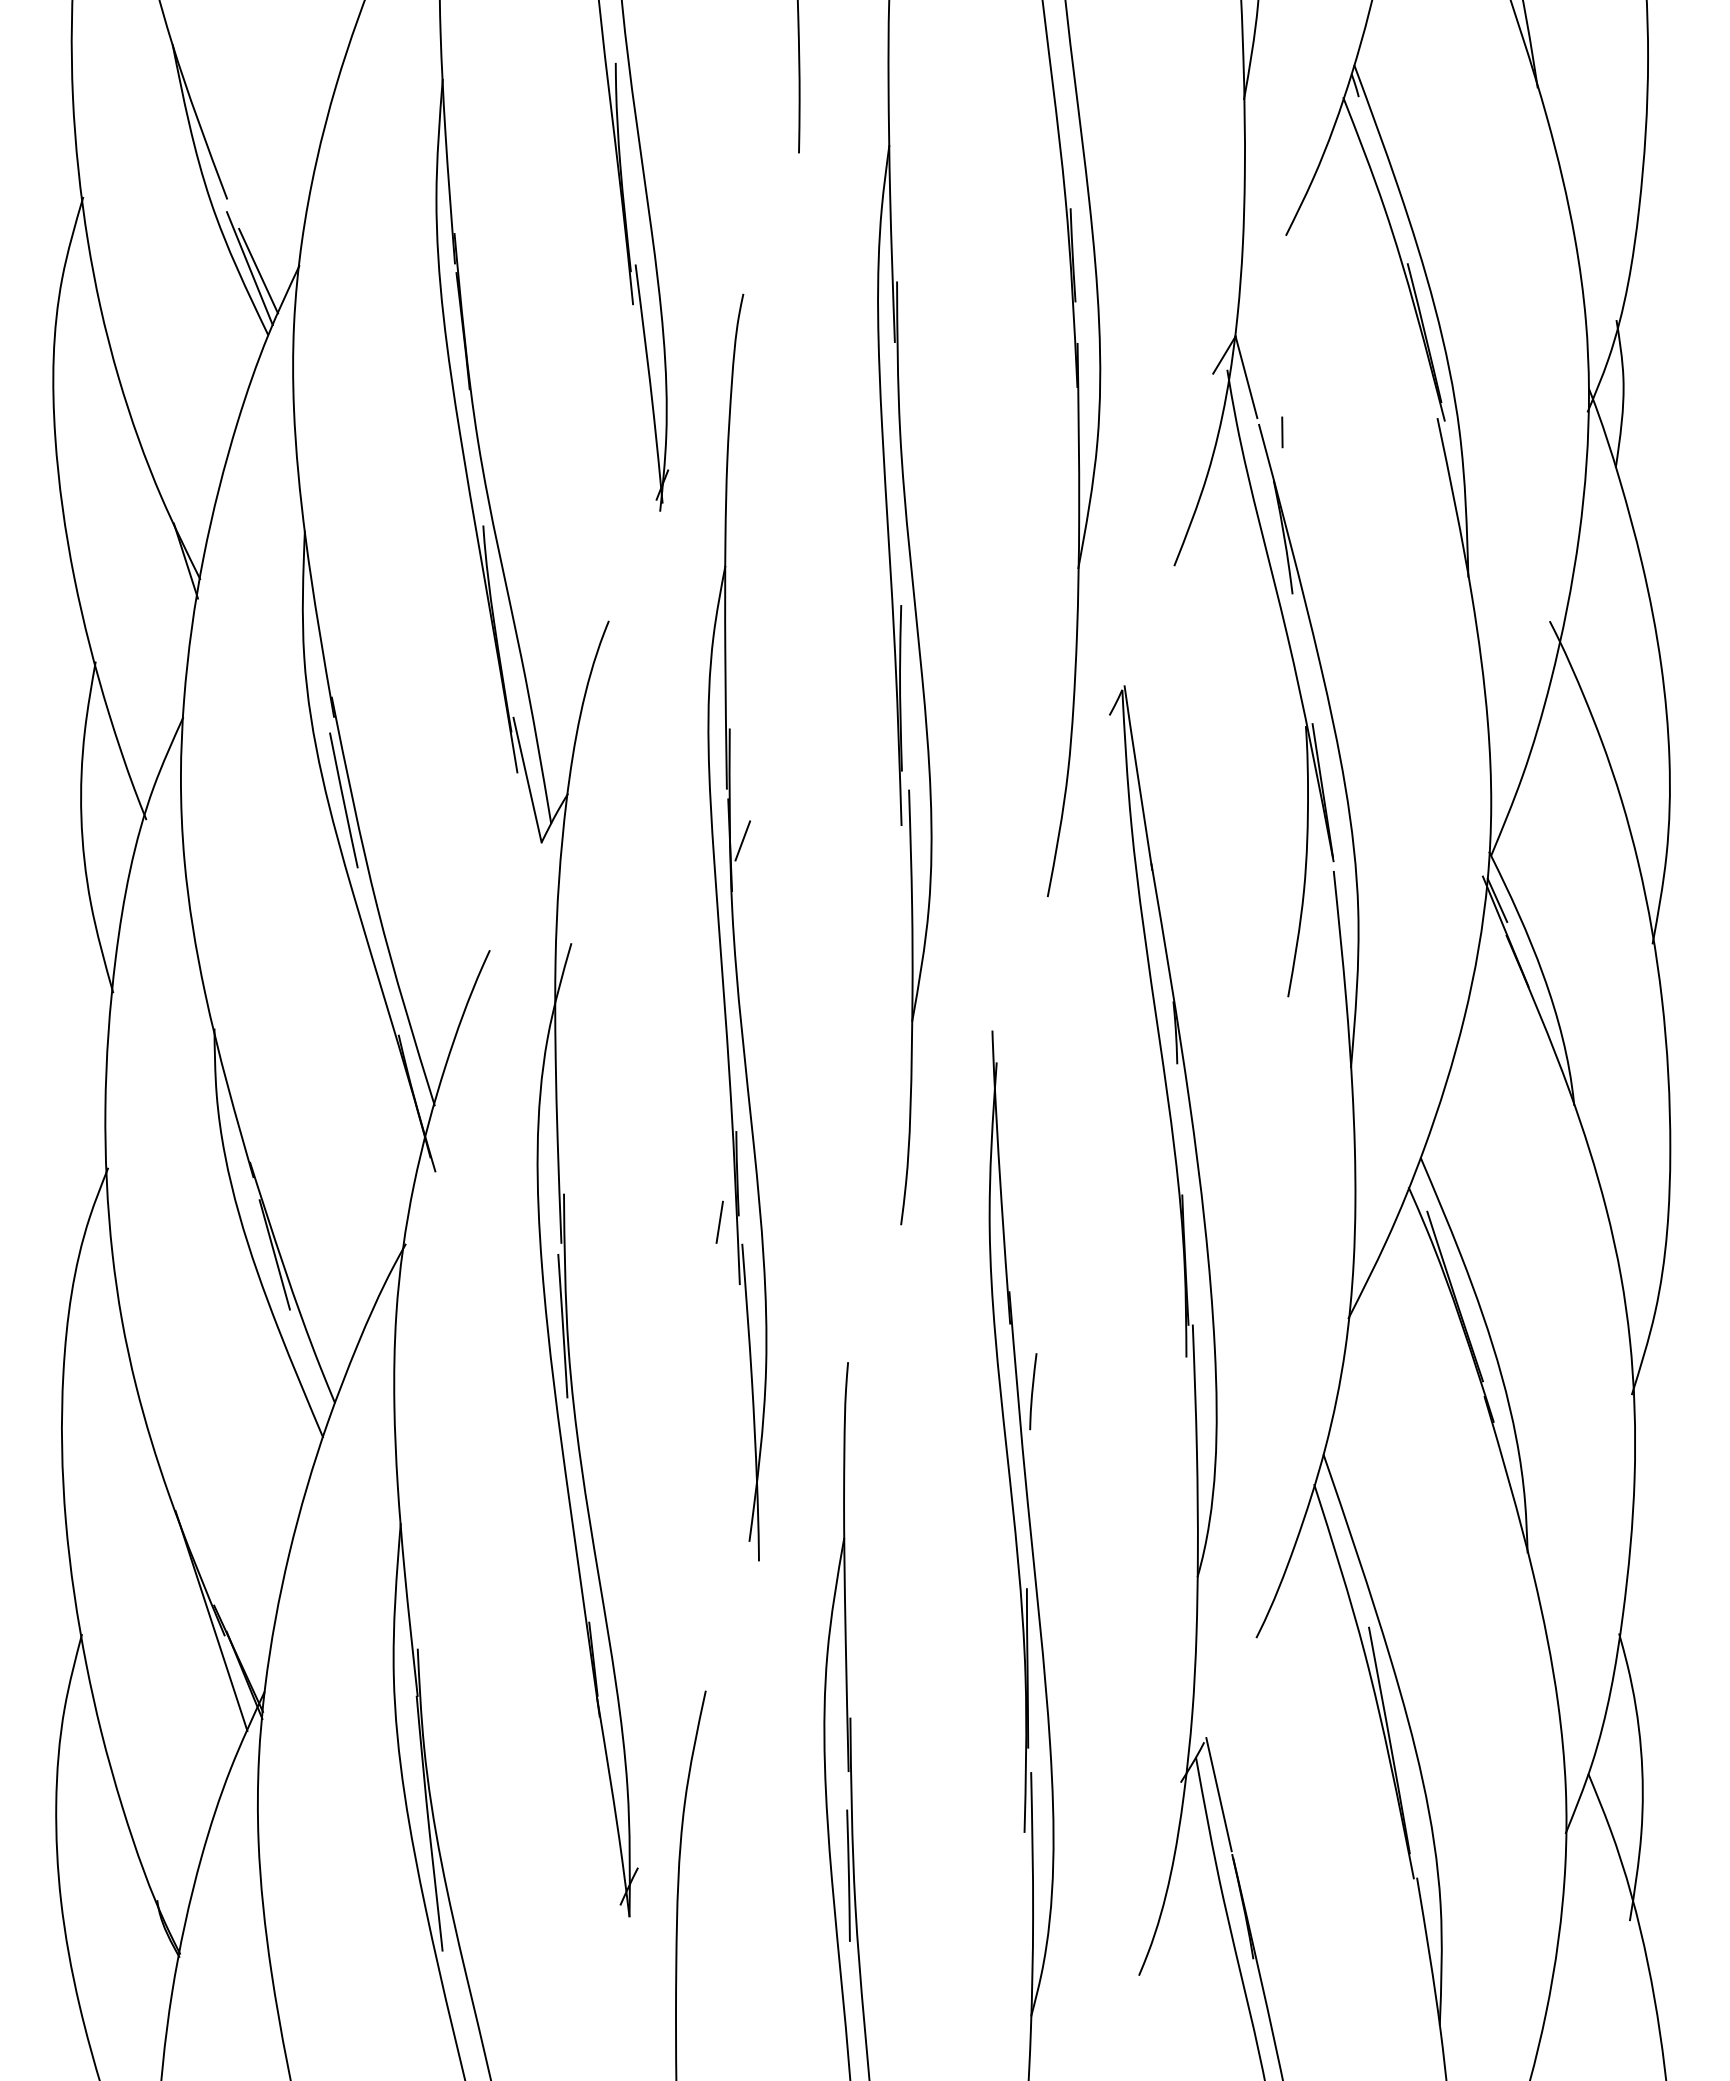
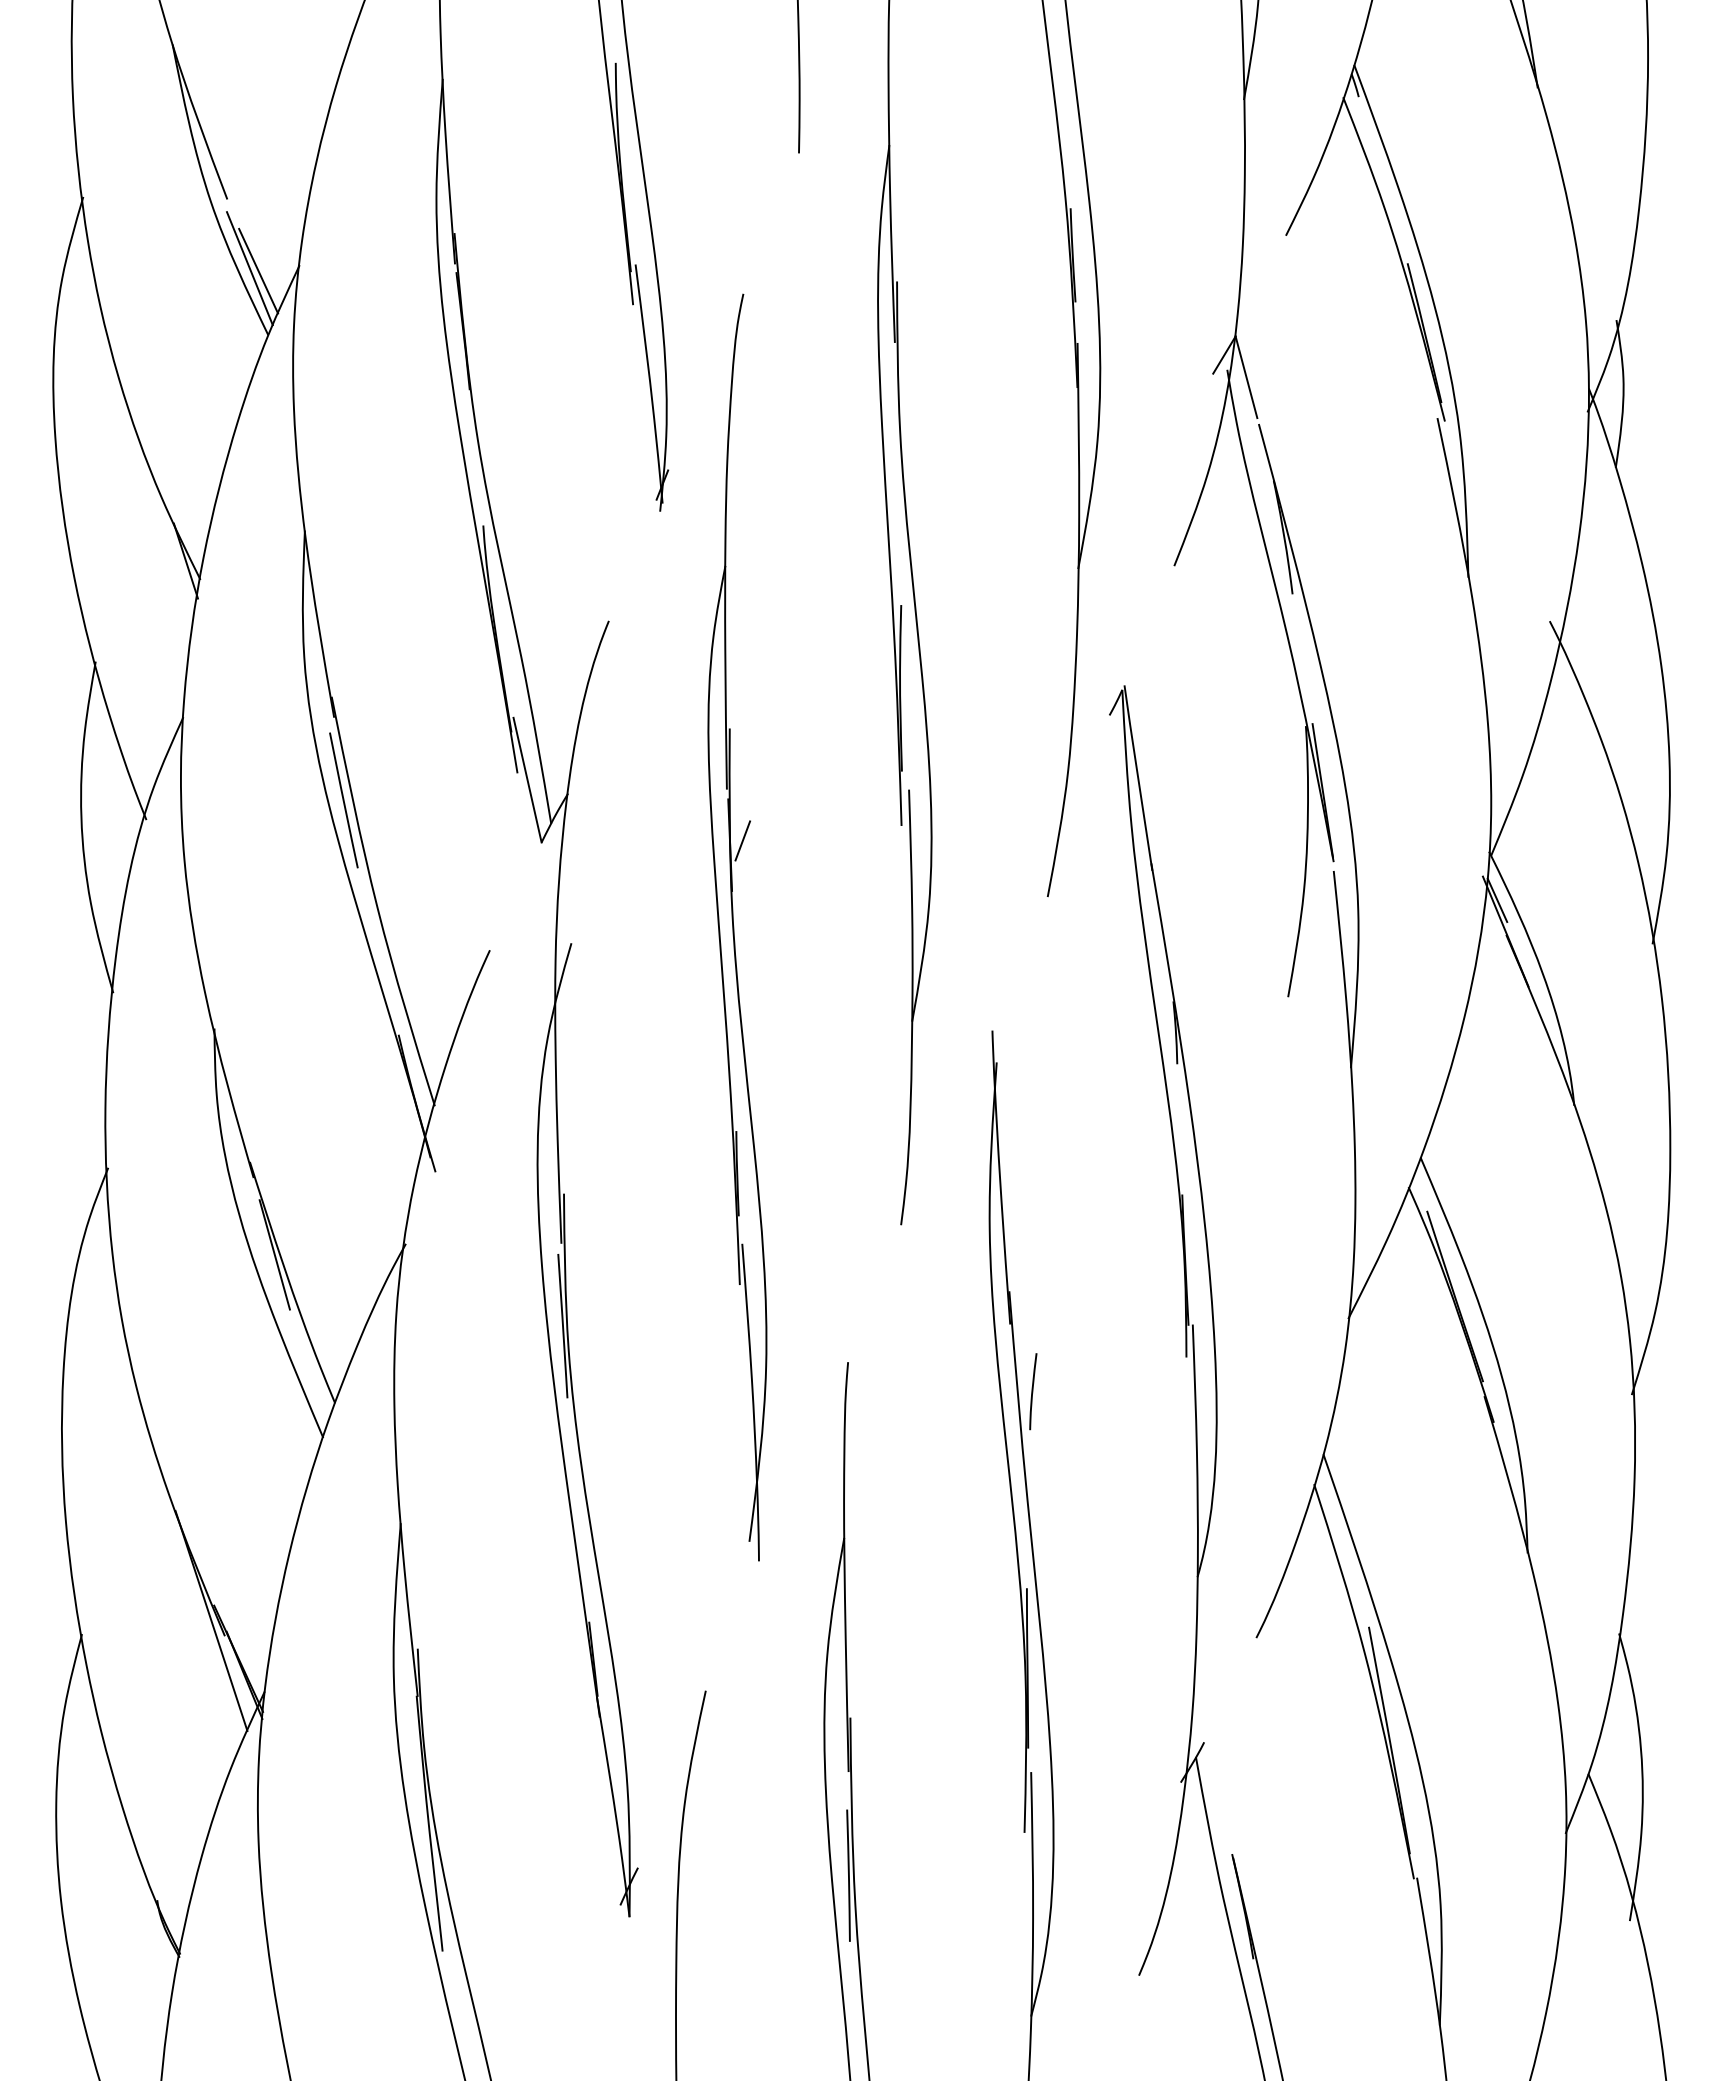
line at (1282, 432): present -> none
line at (719, 1221): present -> none
line at (1218, 1794): present -> none
